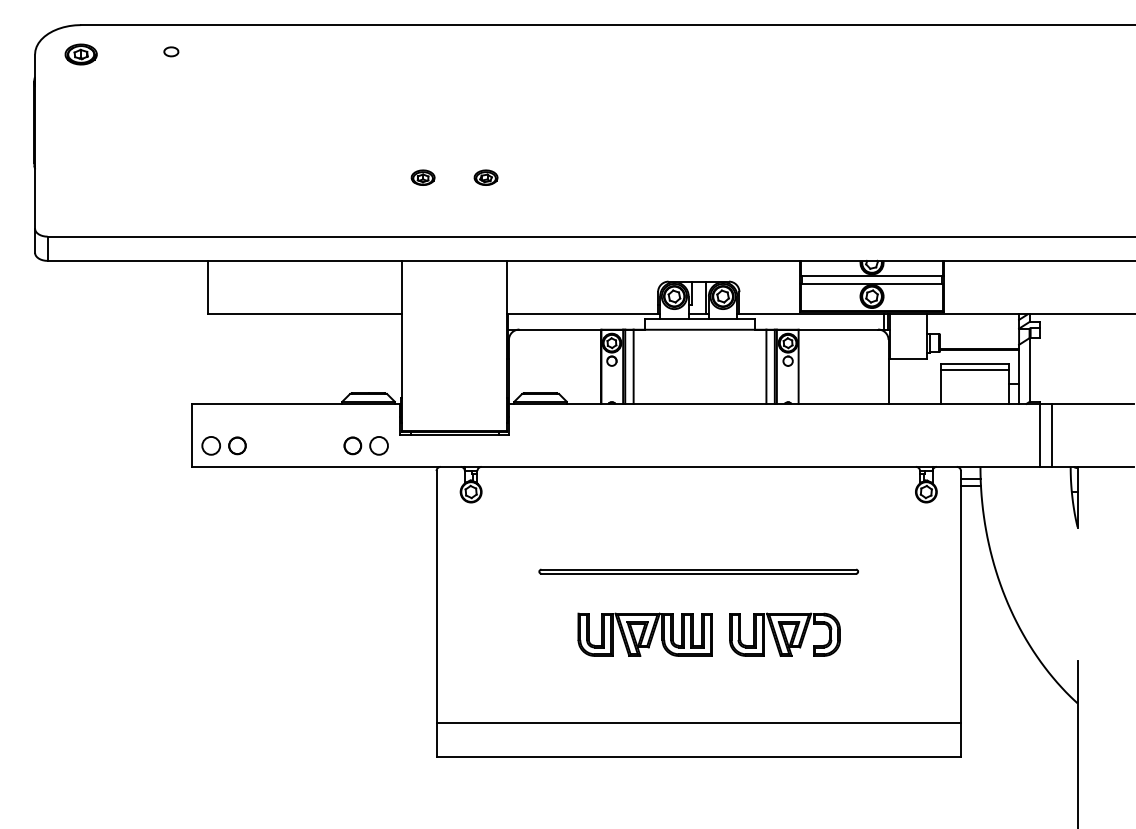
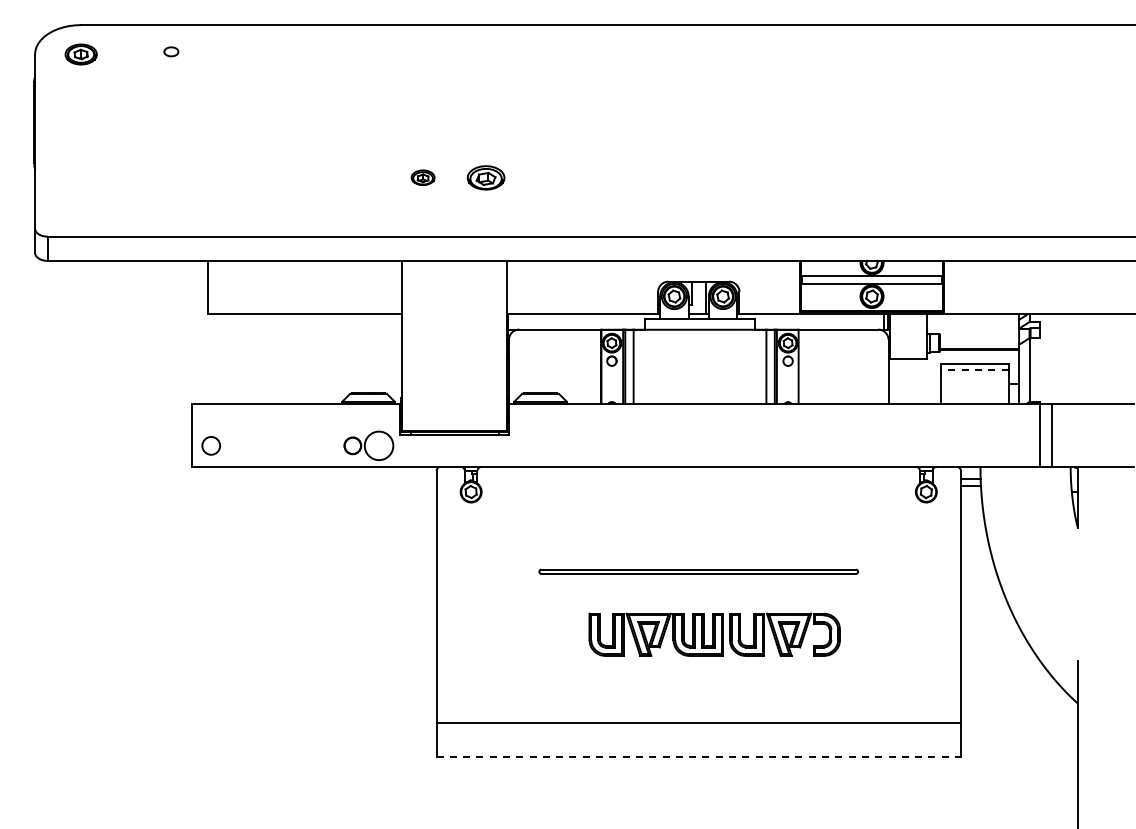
part at (485, 177) size: 26x17 px -> 40x26 px
line at (975, 370): solid -> dashed
part at (237, 445): present -> none
circle at (378, 445) diameter: 18 px -> 29 px
part at (644, 634) position: (644, 634) -> (655, 634)
line at (699, 757): solid -> dashed
